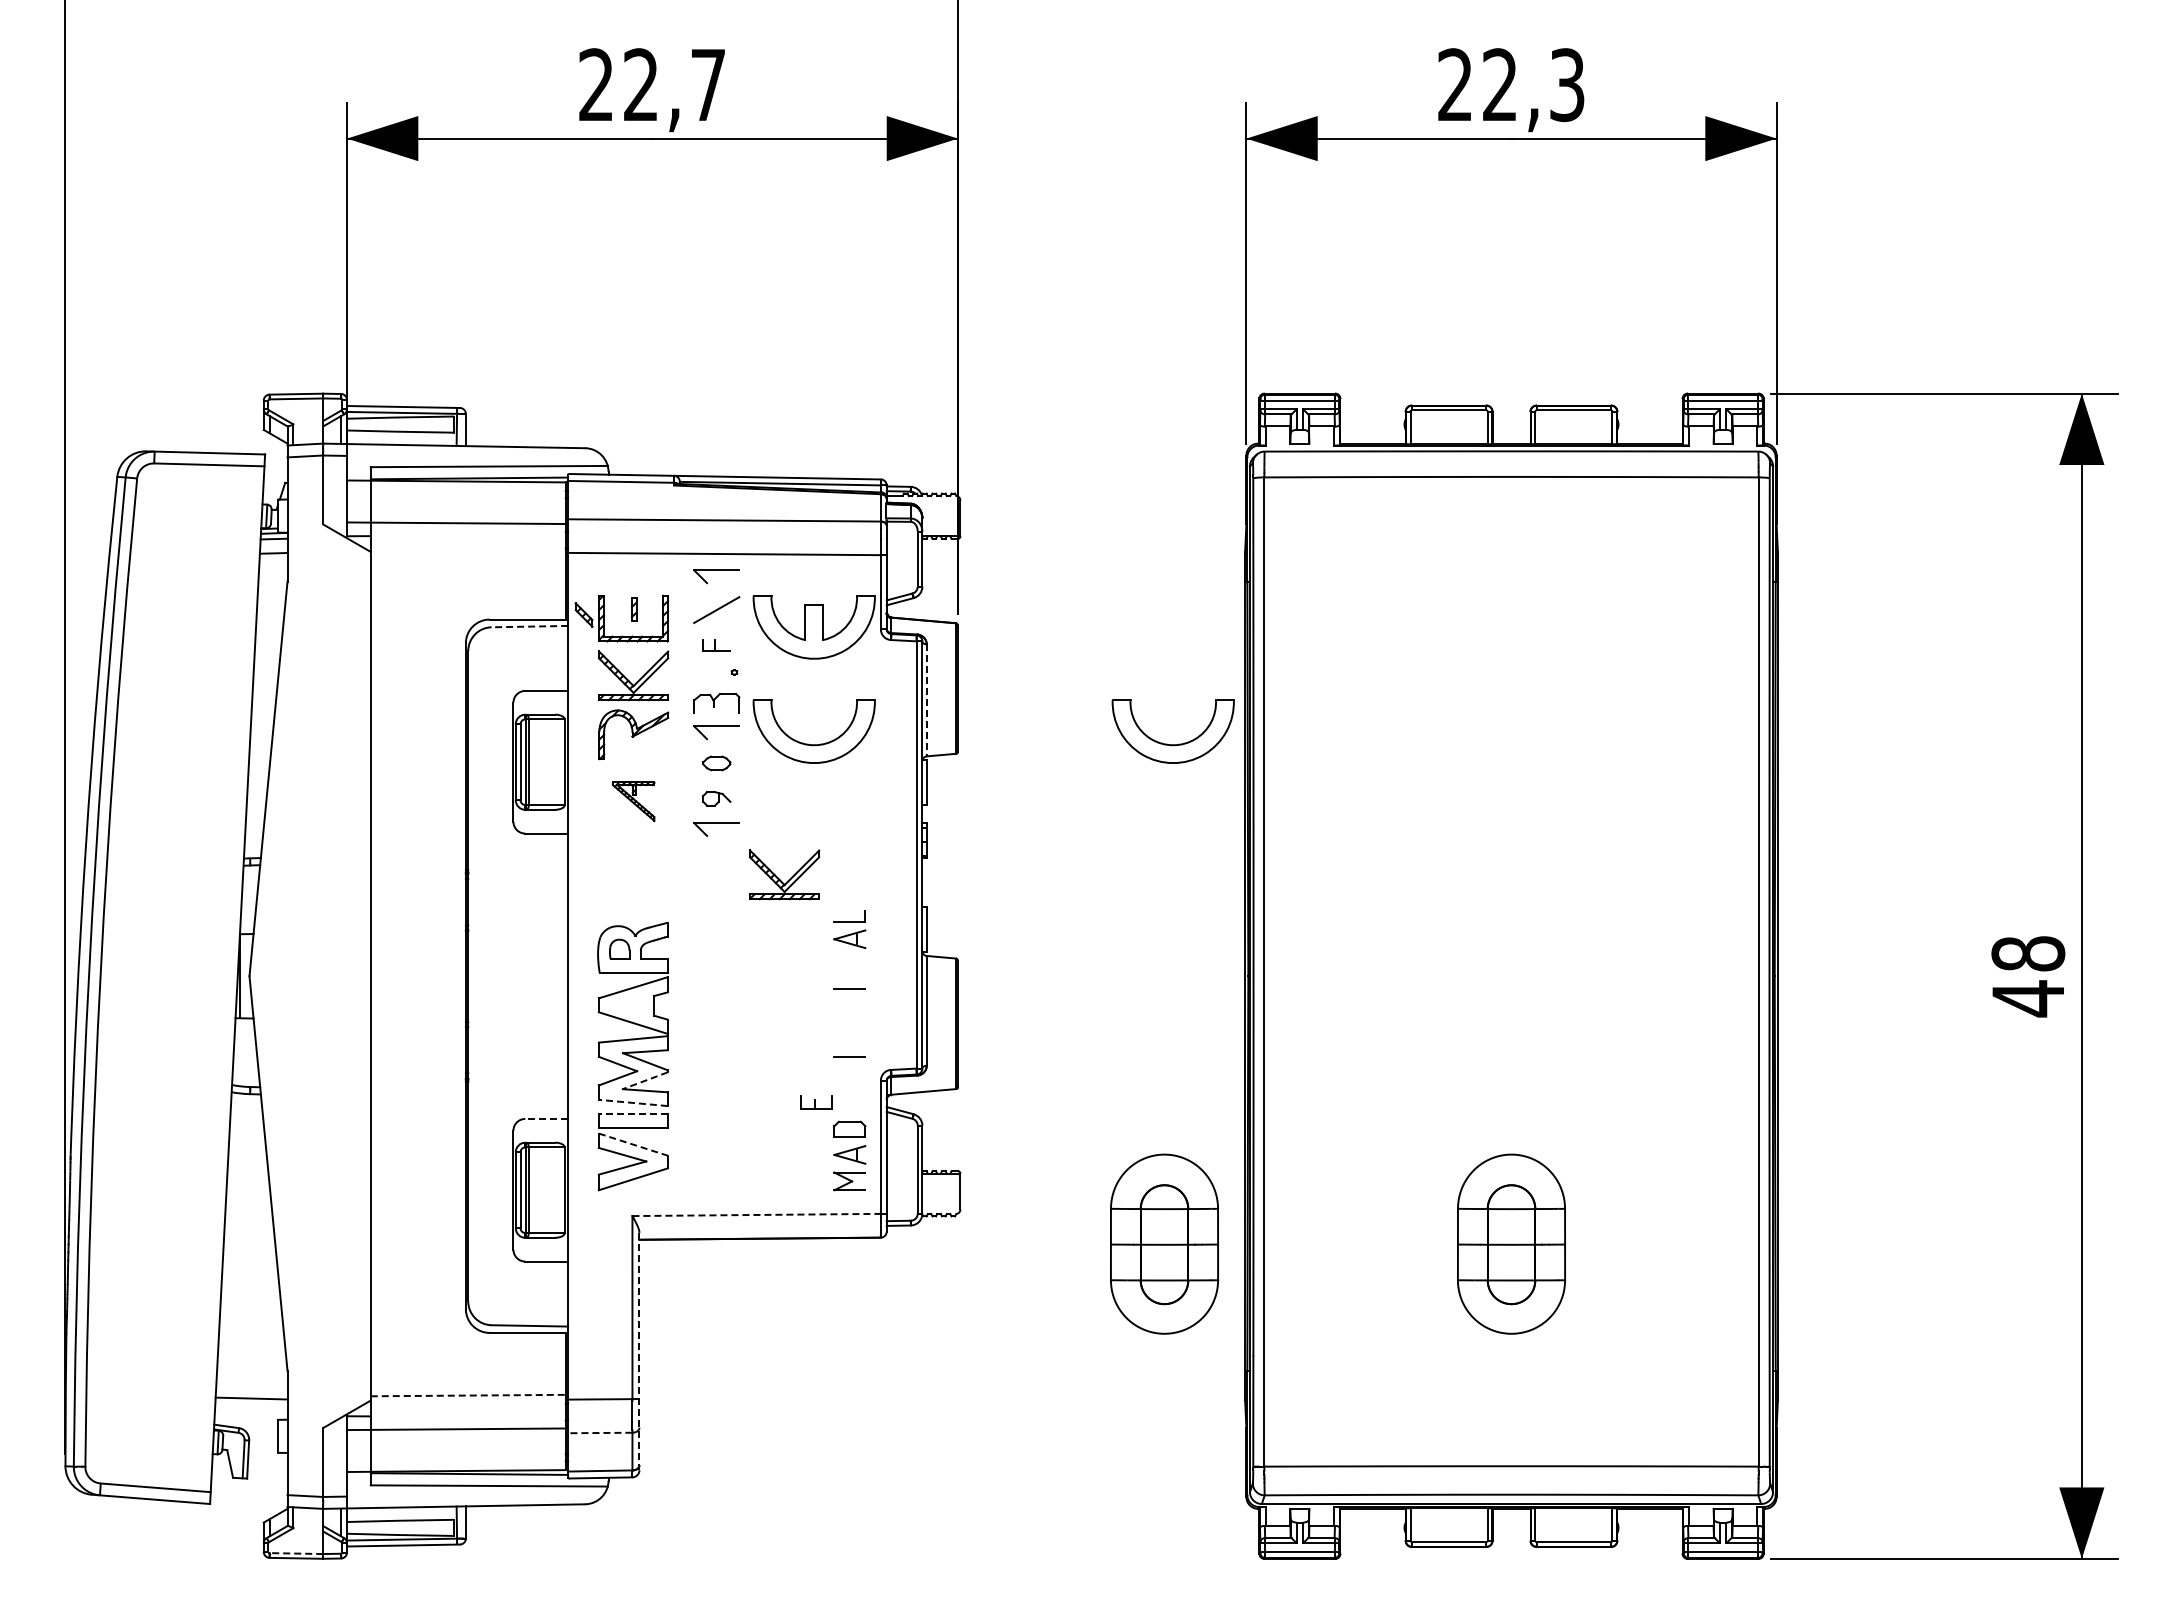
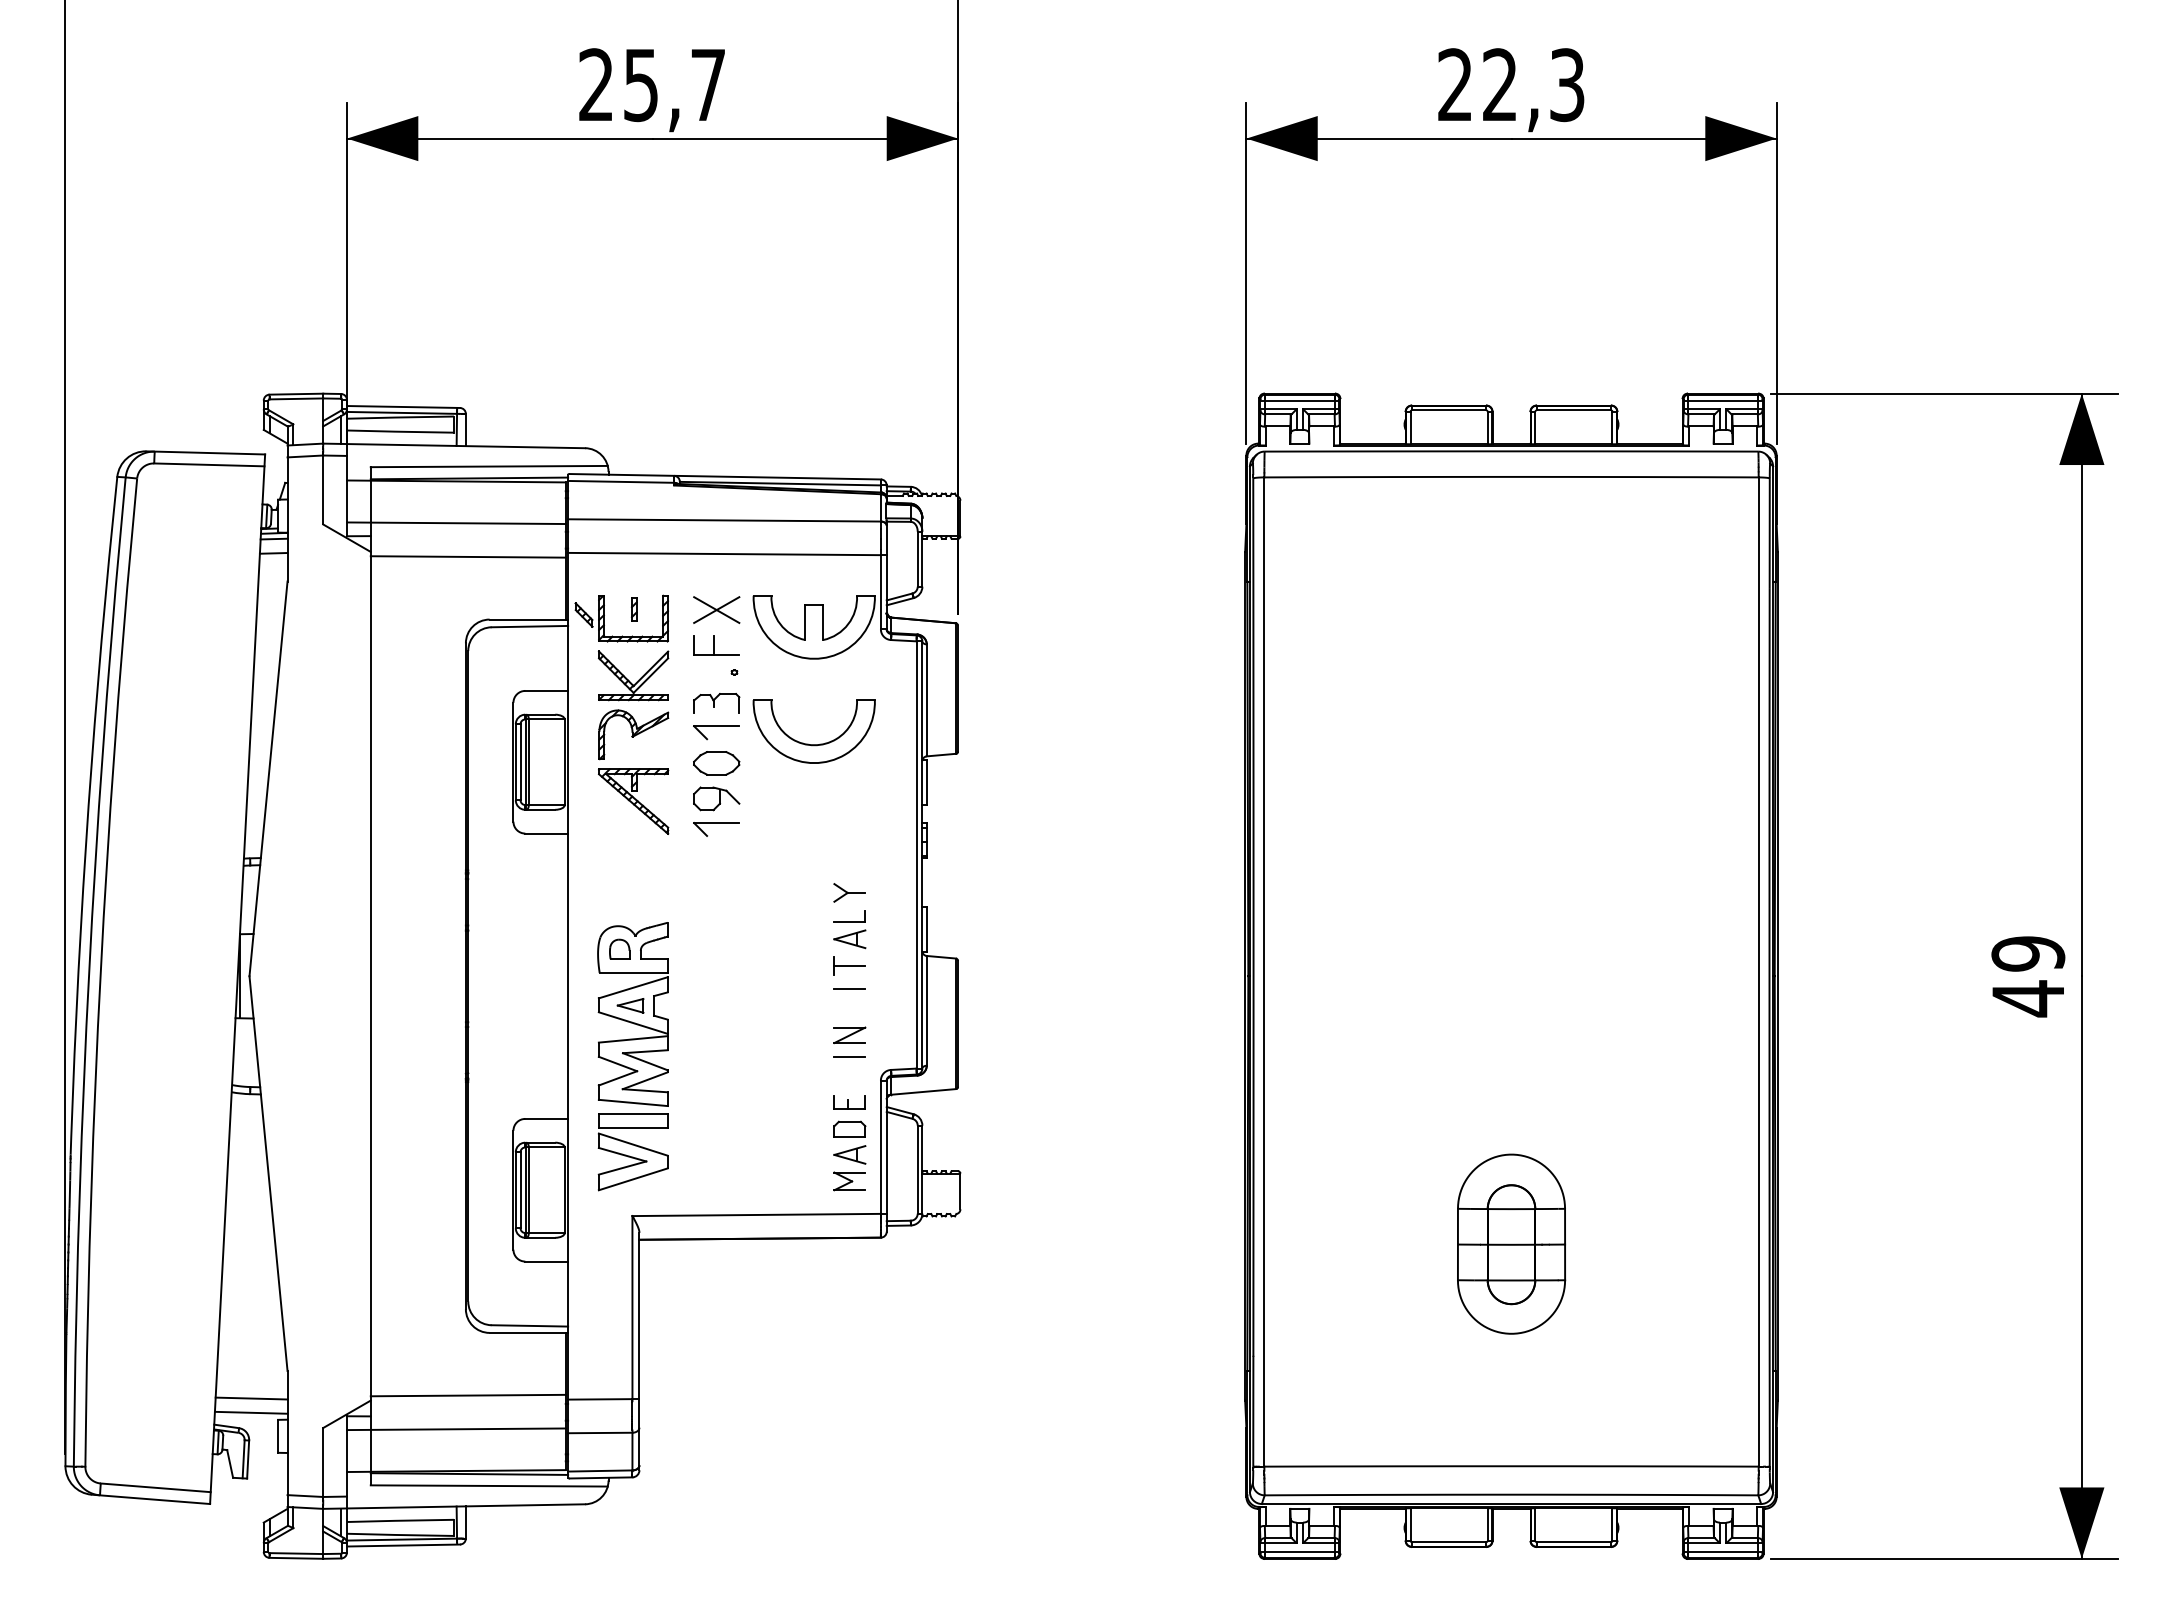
text at (640, 85): 22,7 -> 25,7
line at (467, 556): none -> present
part at (716, 576): present -> none
line at (716, 609): none -> present
line at (529, 626): dashed -> solid
part at (716, 645) size: 29x13 px -> 47x21 px
line at (926, 700): dashed -> solid
part at (1167, 743): present -> none
part at (716, 763) size: 30x17 px -> 48x25 px
part at (716, 798) size: 30x16 px -> 48x26 px
part at (633, 801) size: 44x41 px -> 72x67 px
part at (779, 878): present -> none
part at (849, 892): none -> present
text at (2028, 953): 48 -> 49
part at (849, 965): none -> present
part at (630, 1005): none -> present
part at (849, 1035): none -> present
line at (644, 1080): dashed -> solid
line at (633, 1102): dashed -> solid
part at (816, 1102) position: (816, 1102) -> (849, 1102)
line at (632, 1113): dashed -> solid
line at (546, 1118): dashed -> solid
line at (633, 1144): dashed -> solid
line at (757, 1214): dashed -> solid
part at (1164, 1243): present -> none
line at (639, 1351): dashed -> solid
line at (468, 1395): dashed -> solid
line at (250, 1412): none -> present
line at (599, 1433): dashed -> solid
line at (296, 1553): dashed -> solid
